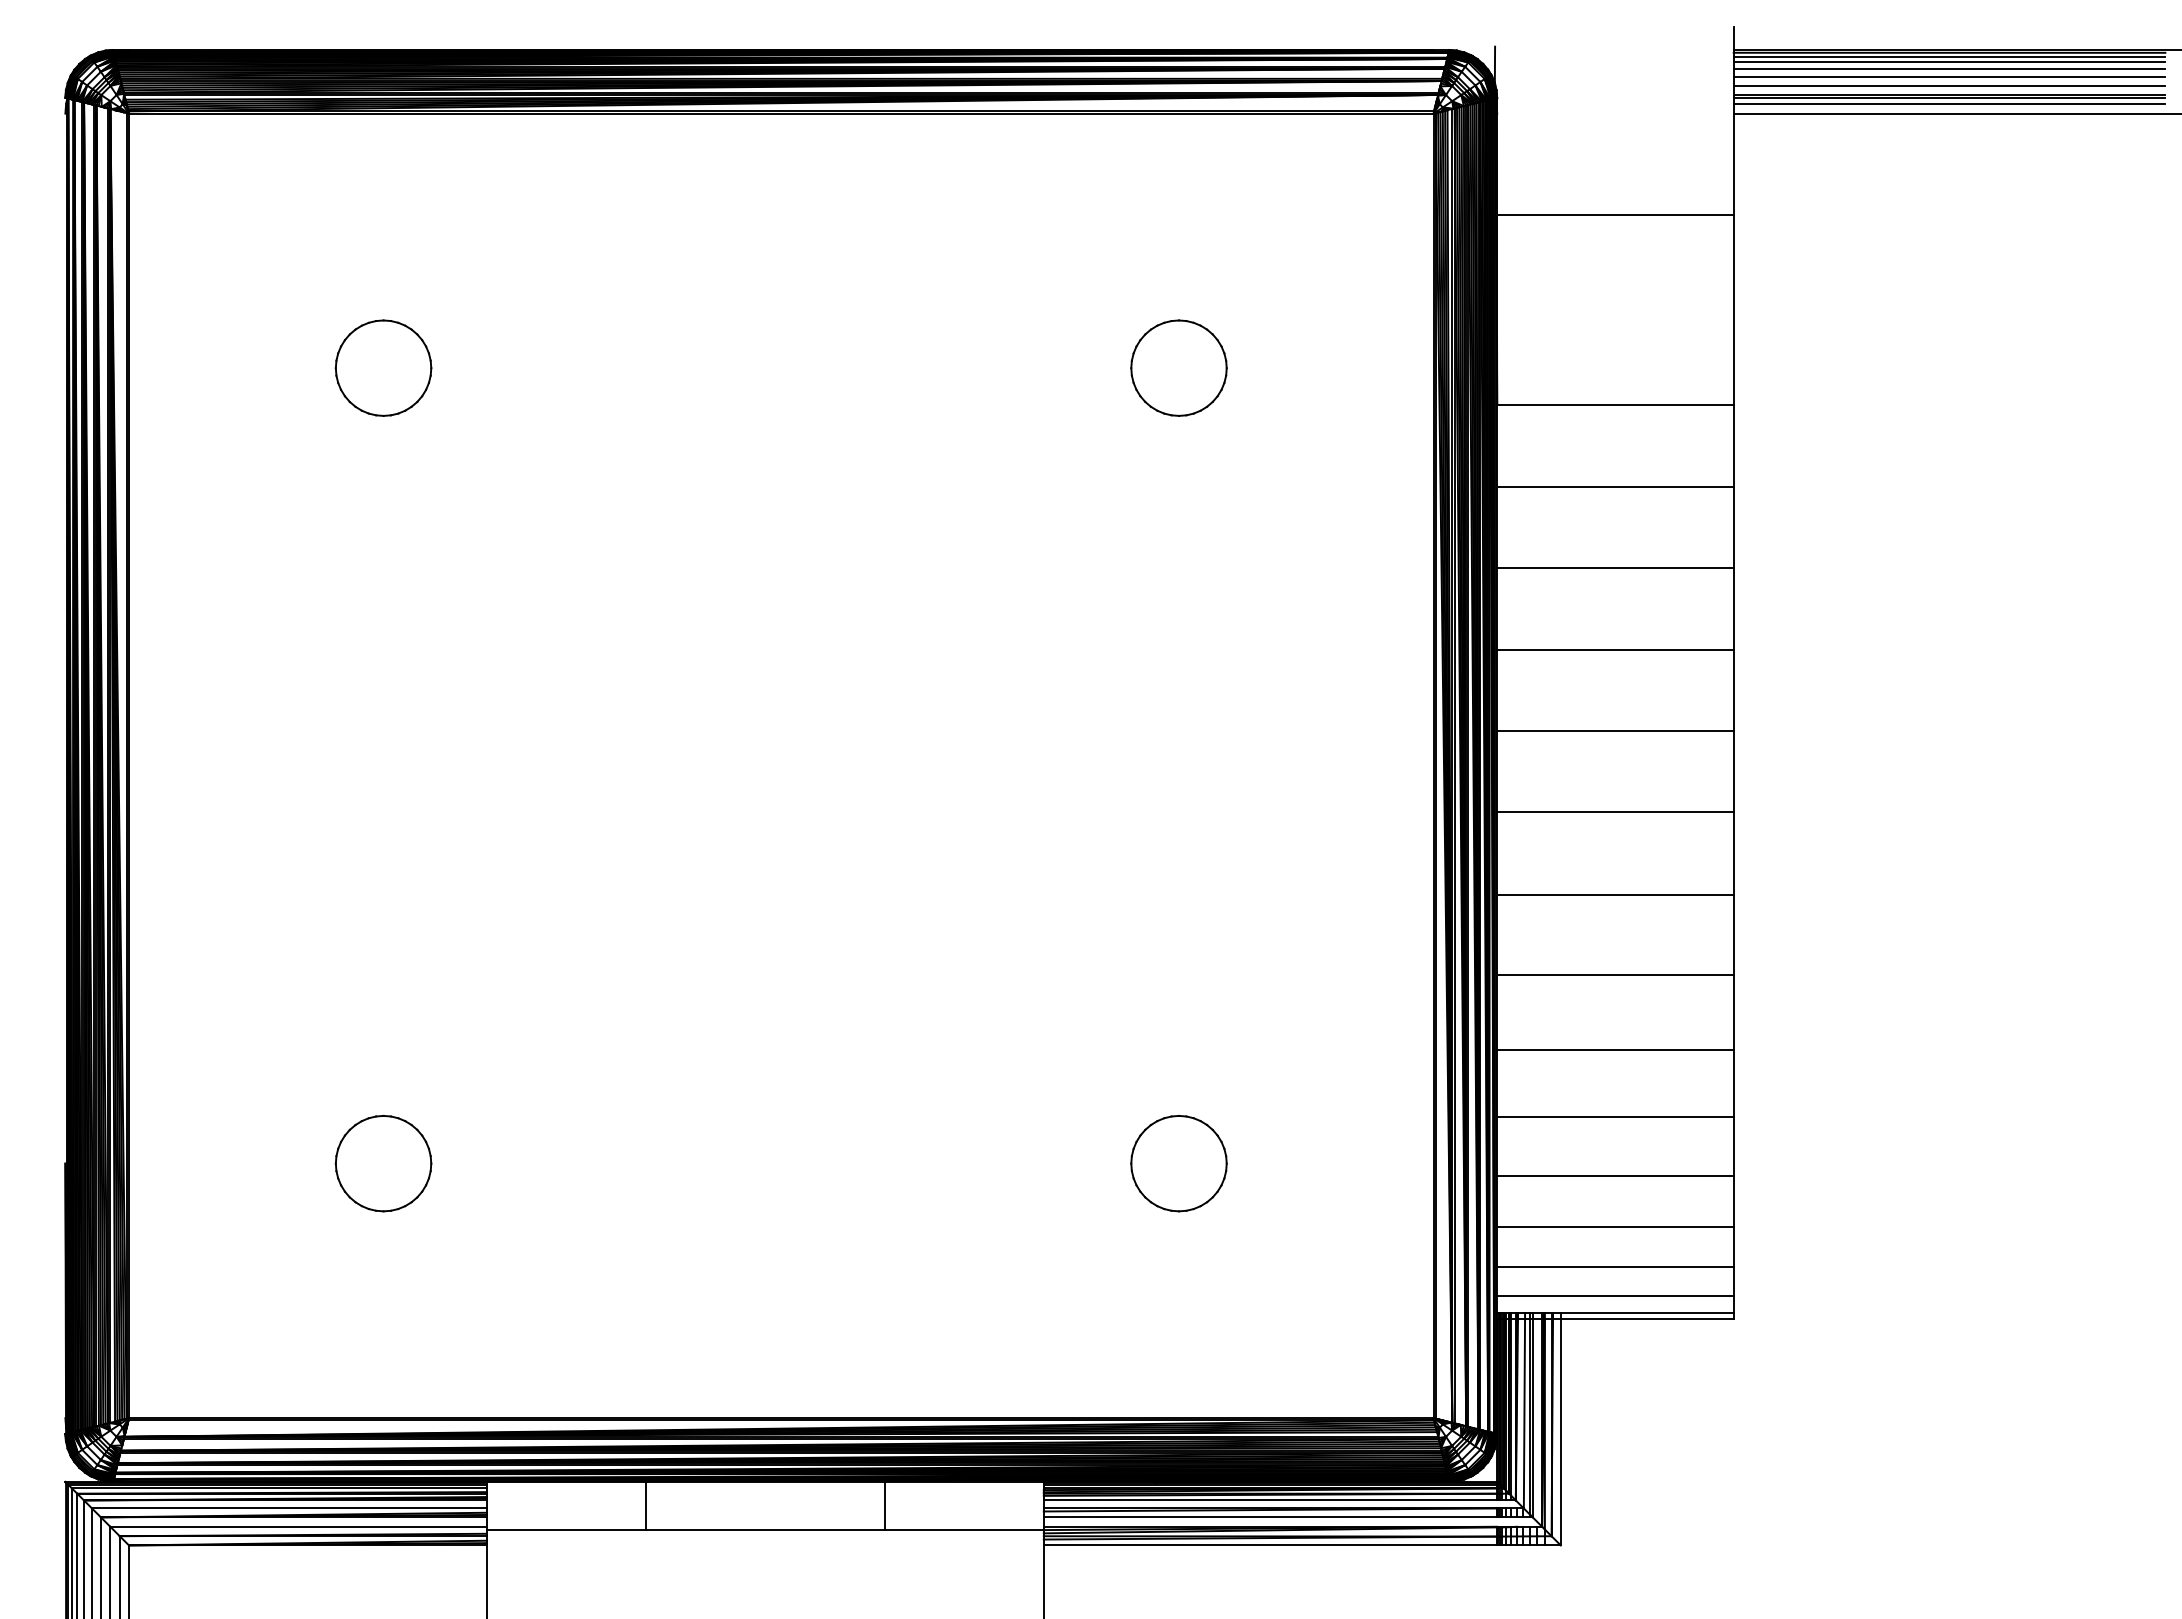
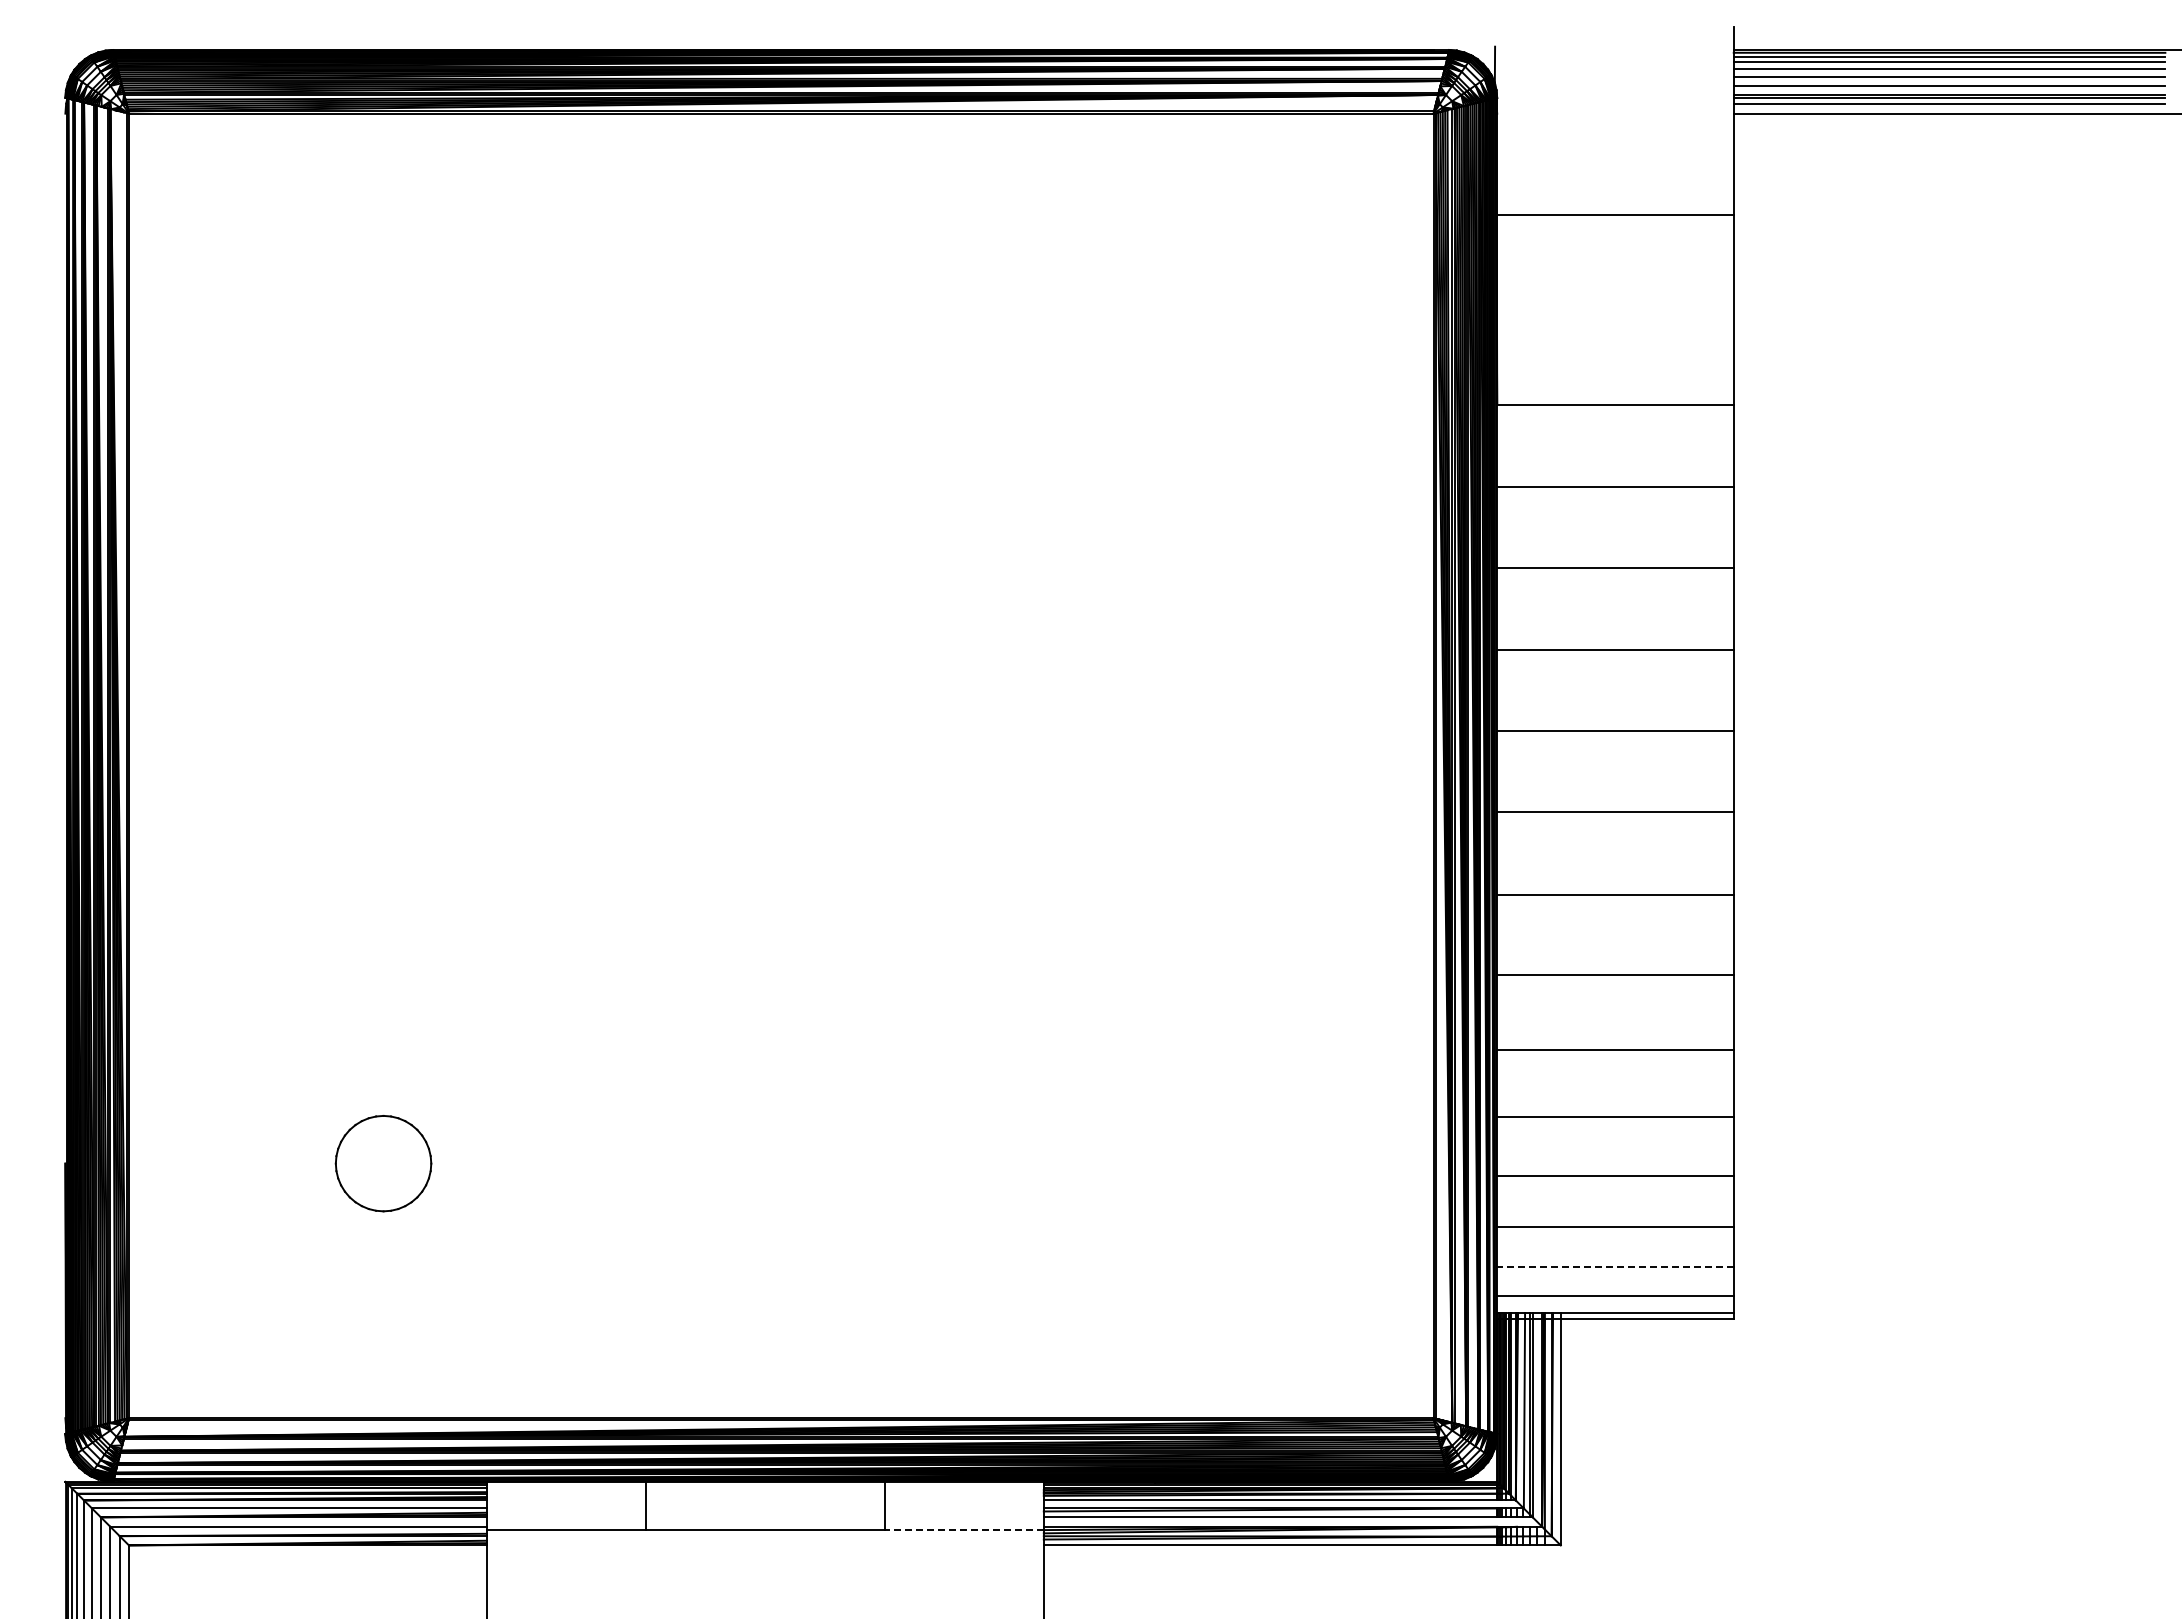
part at (383, 367): present -> none
part at (1178, 367): present -> none
part at (1178, 1163): present -> none
line at (1614, 1266): solid -> dashed
line at (964, 1529): solid -> dashed
